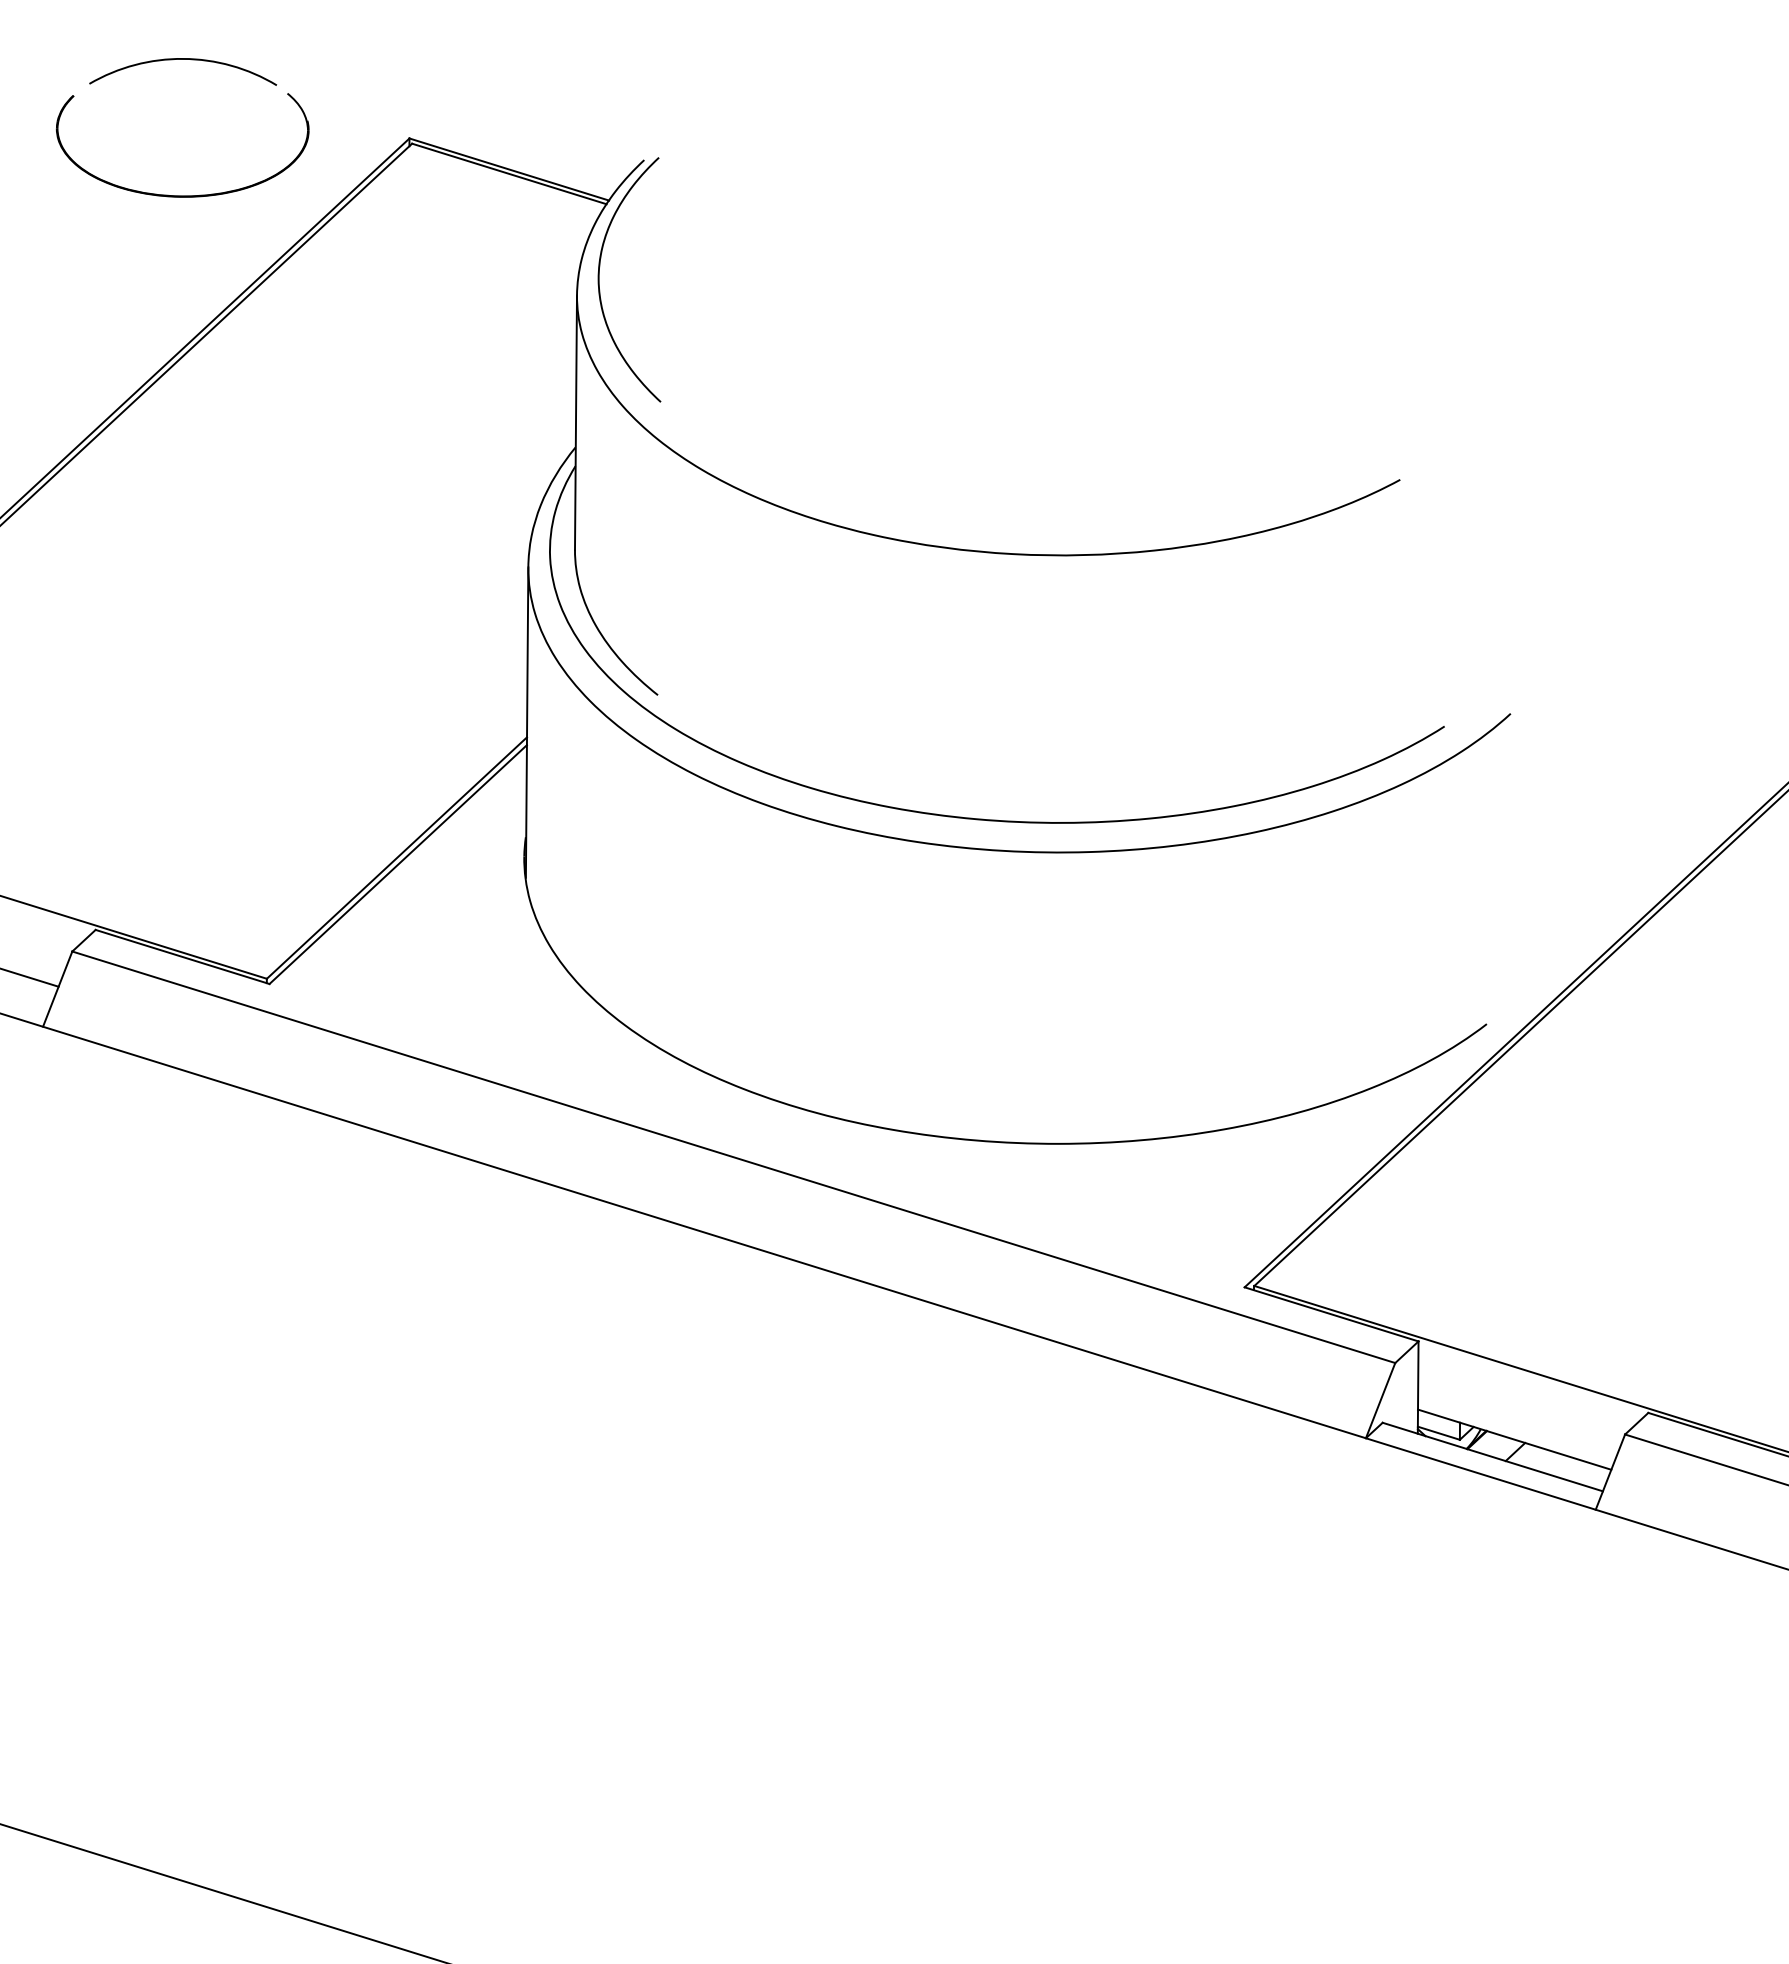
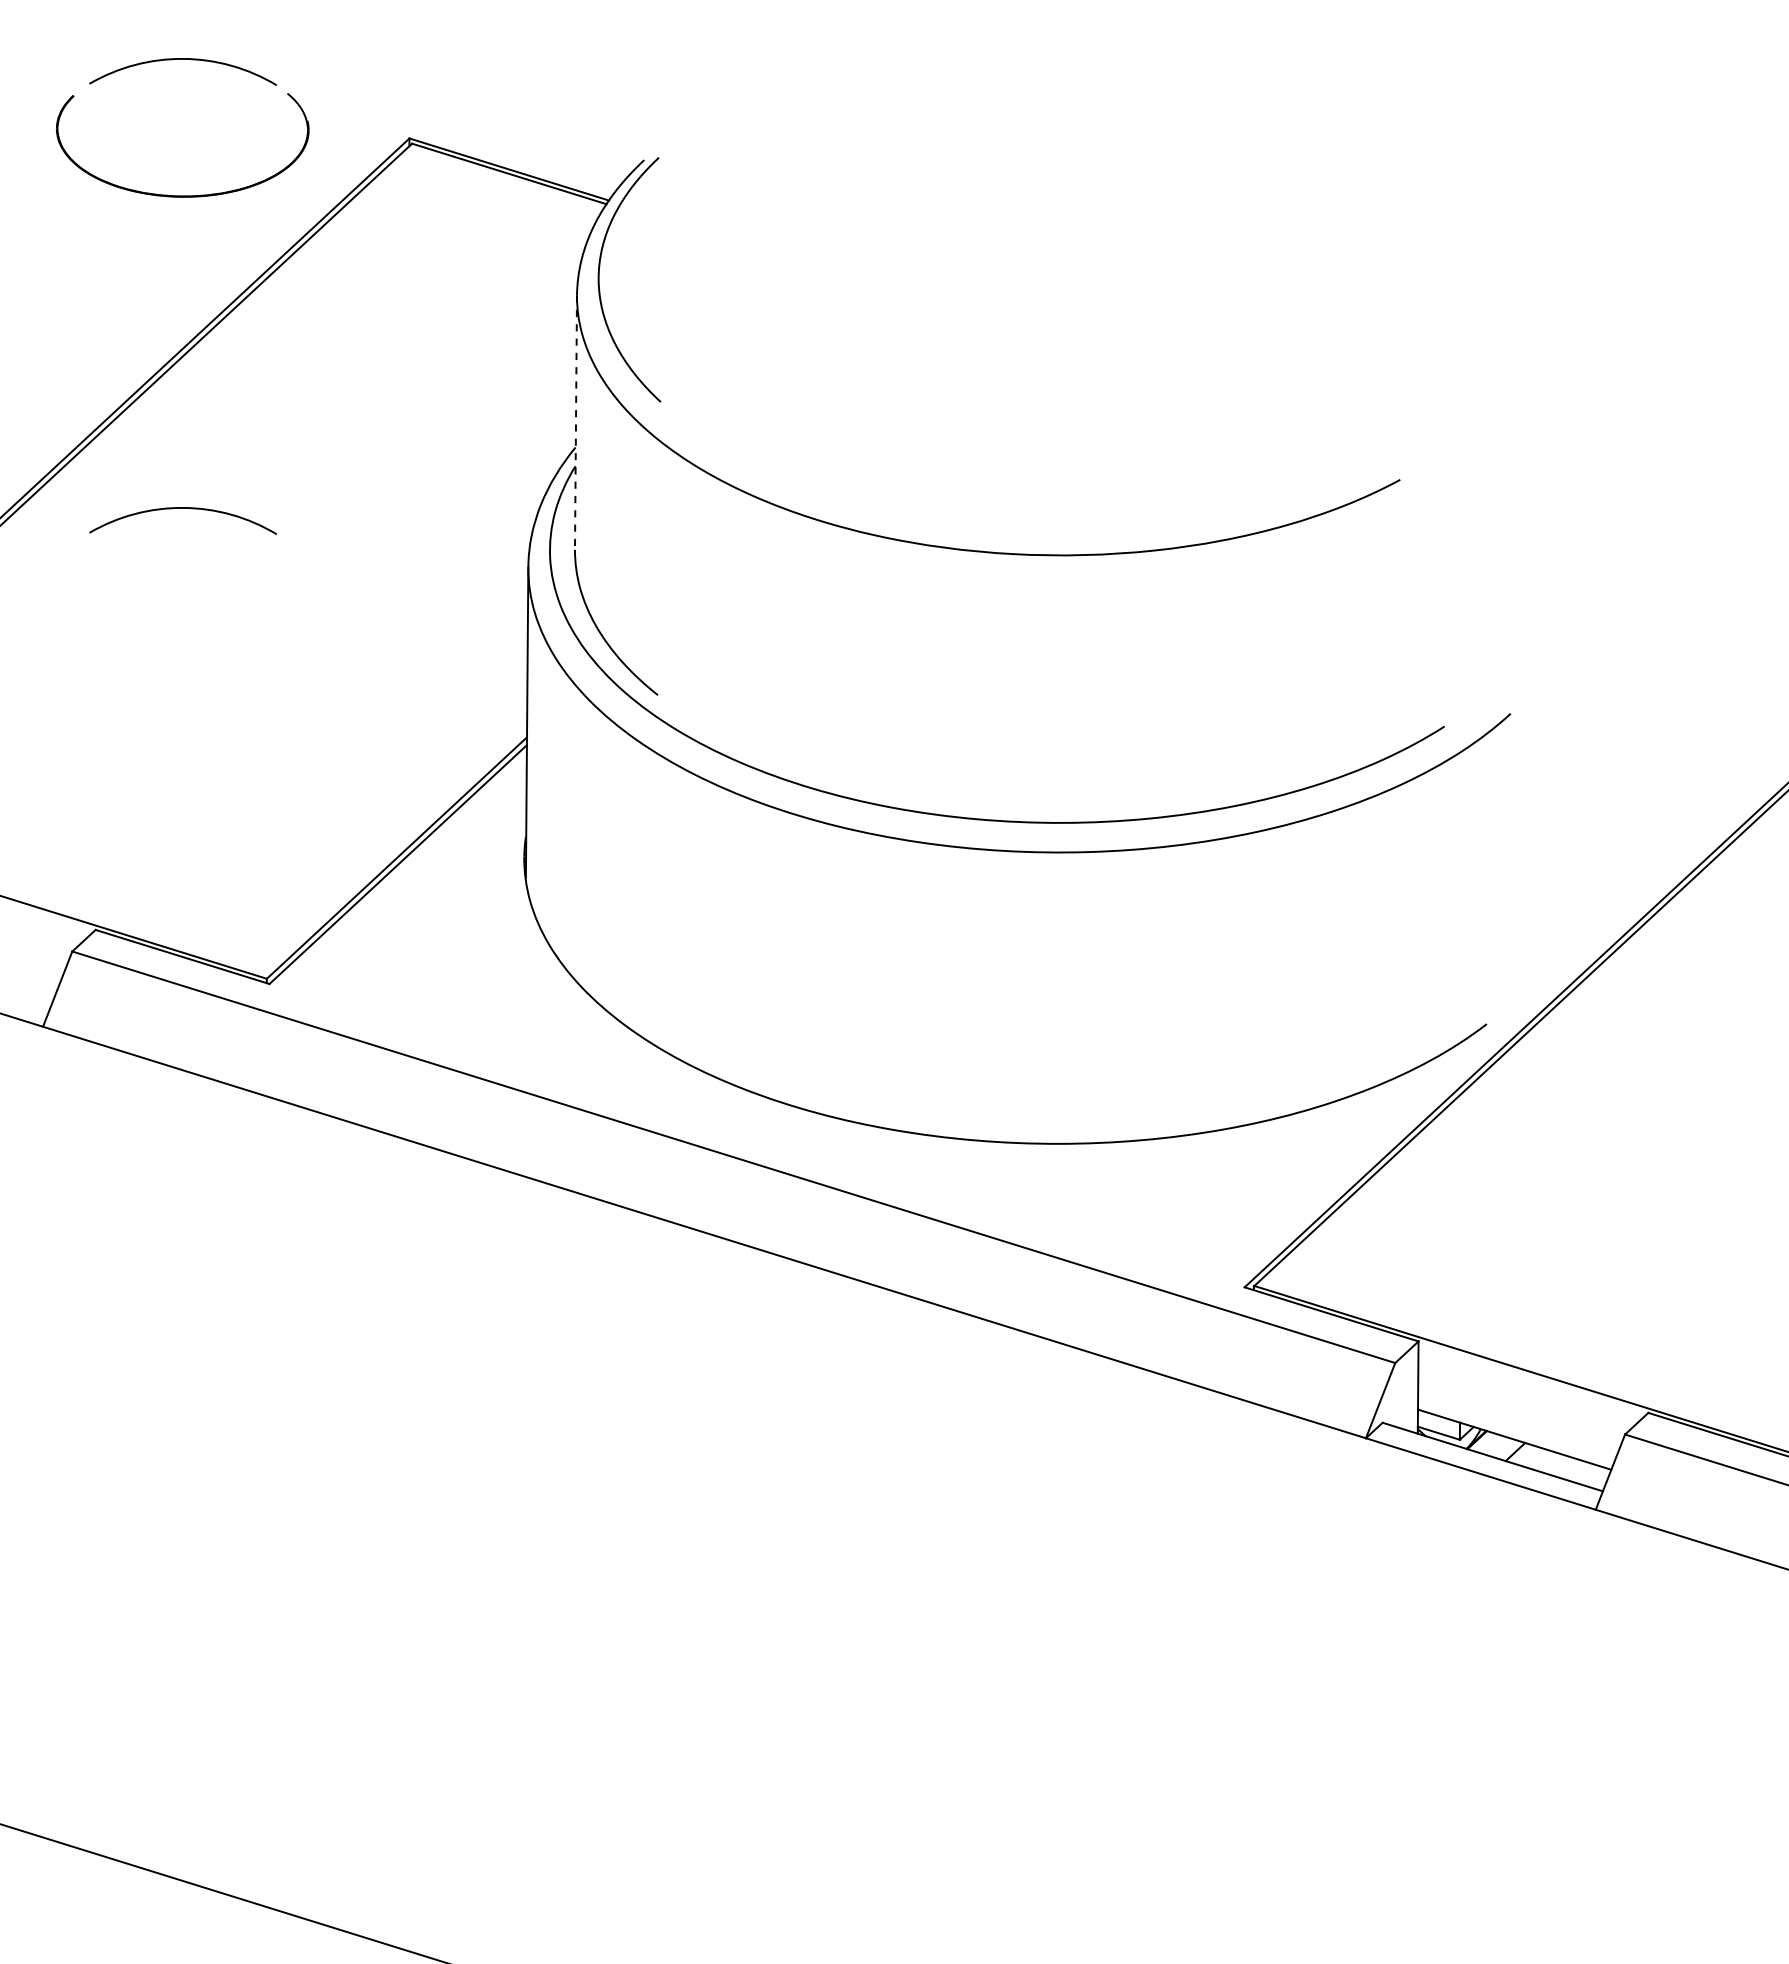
line at (575, 423): solid -> dashed
arc at (183, 508): none -> present
line at (30, 977): present -> none
